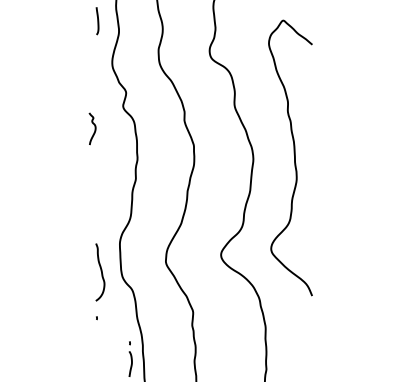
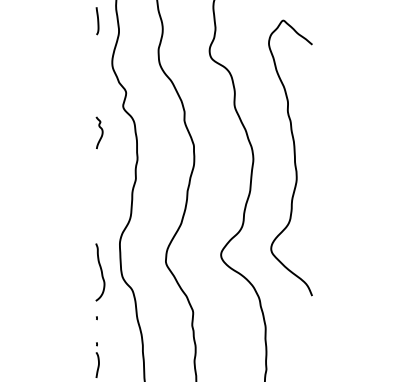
curve at (94, 128) position: (94, 128) -> (101, 132)
part at (130, 358) position: (130, 358) -> (97, 359)
